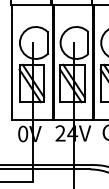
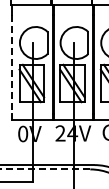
line at (11, 64): solid -> dashed
line at (45, 169): solid -> dashed
